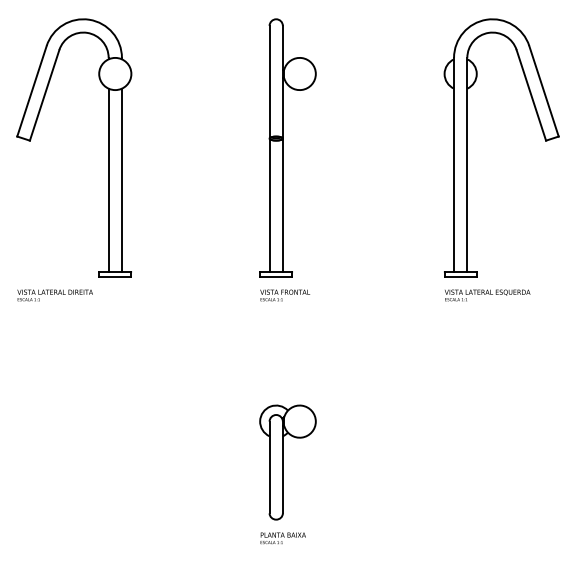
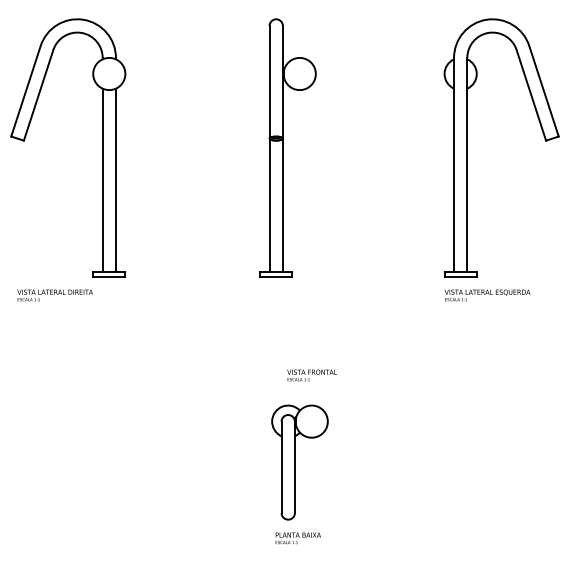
part at (108, 147) position: (108, 147) -> (102, 147)
text at (285, 295) position: (285, 295) -> (312, 375)
part at (287, 462) position: (287, 462) -> (299, 462)
text at (282, 538) position: (282, 538) -> (297, 538)
